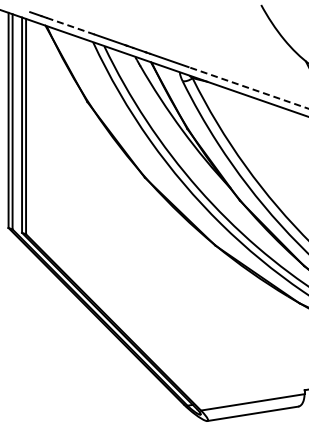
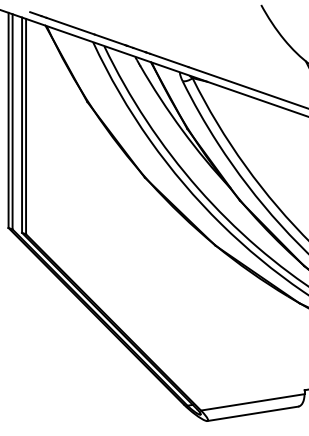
line at (70, 26): dashed -> solid
line at (248, 87): dashed -> solid
